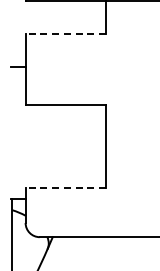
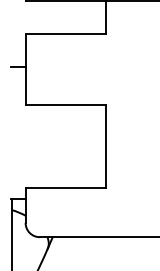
line at (65, 33): dashed -> solid
line at (65, 187): dashed -> solid
